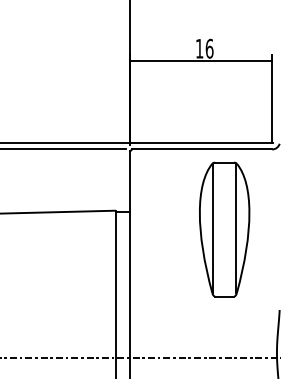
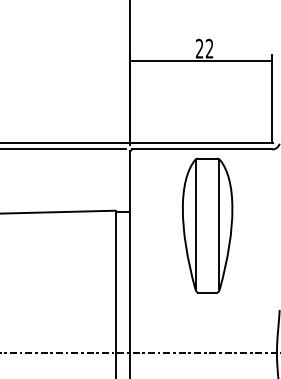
text at (204, 48): 16 -> 22
part at (224, 229) position: (224, 229) -> (207, 225)
line at (139, 357) position: (139, 357) -> (139, 352)
